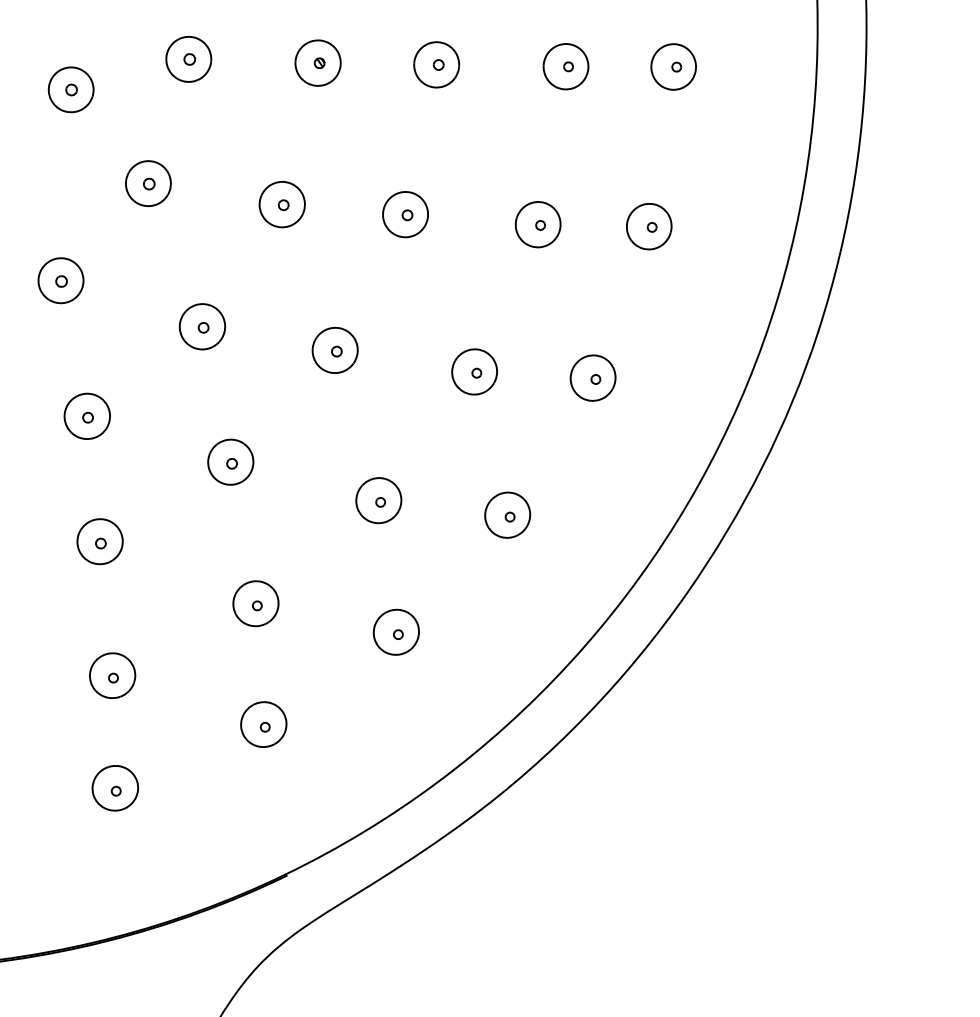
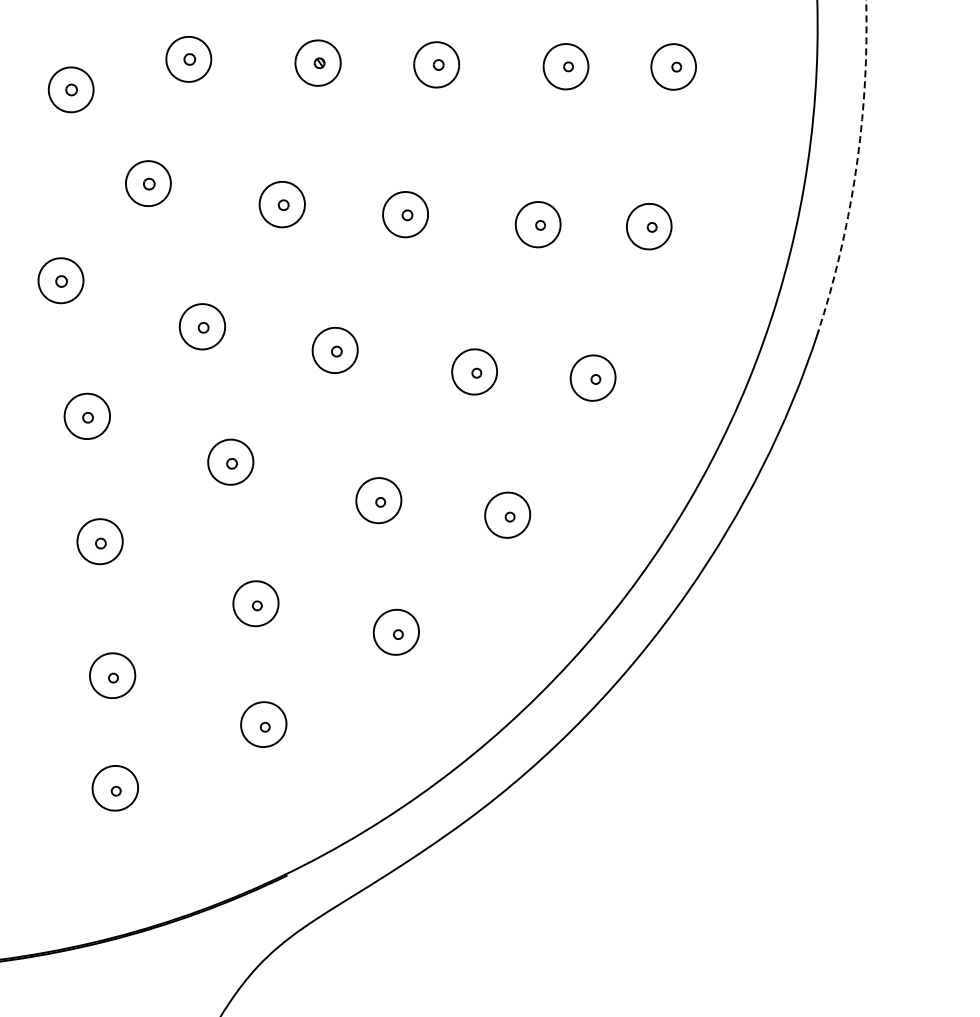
arc at (856, 166): solid -> dashed
